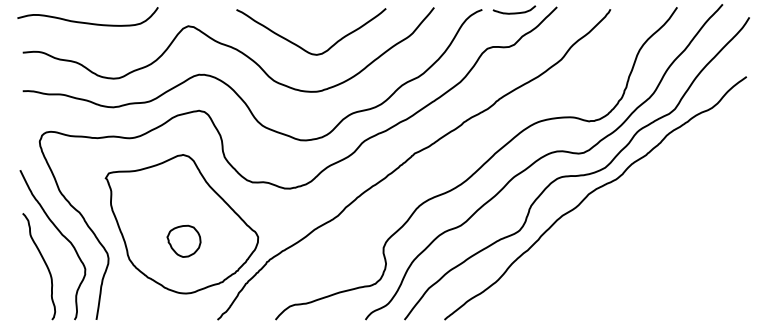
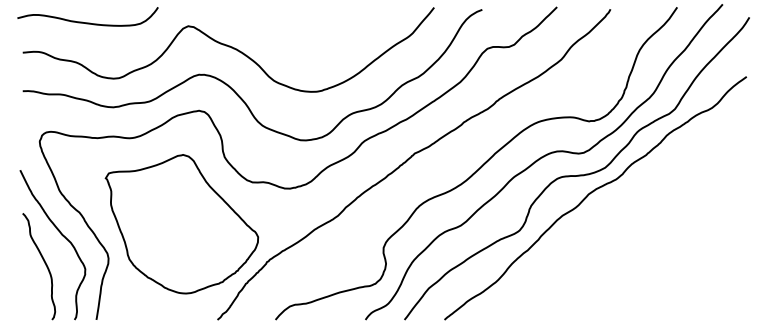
curve at (514, 12): present -> none
curve at (302, 47): present -> none
part at (183, 240): present -> none
